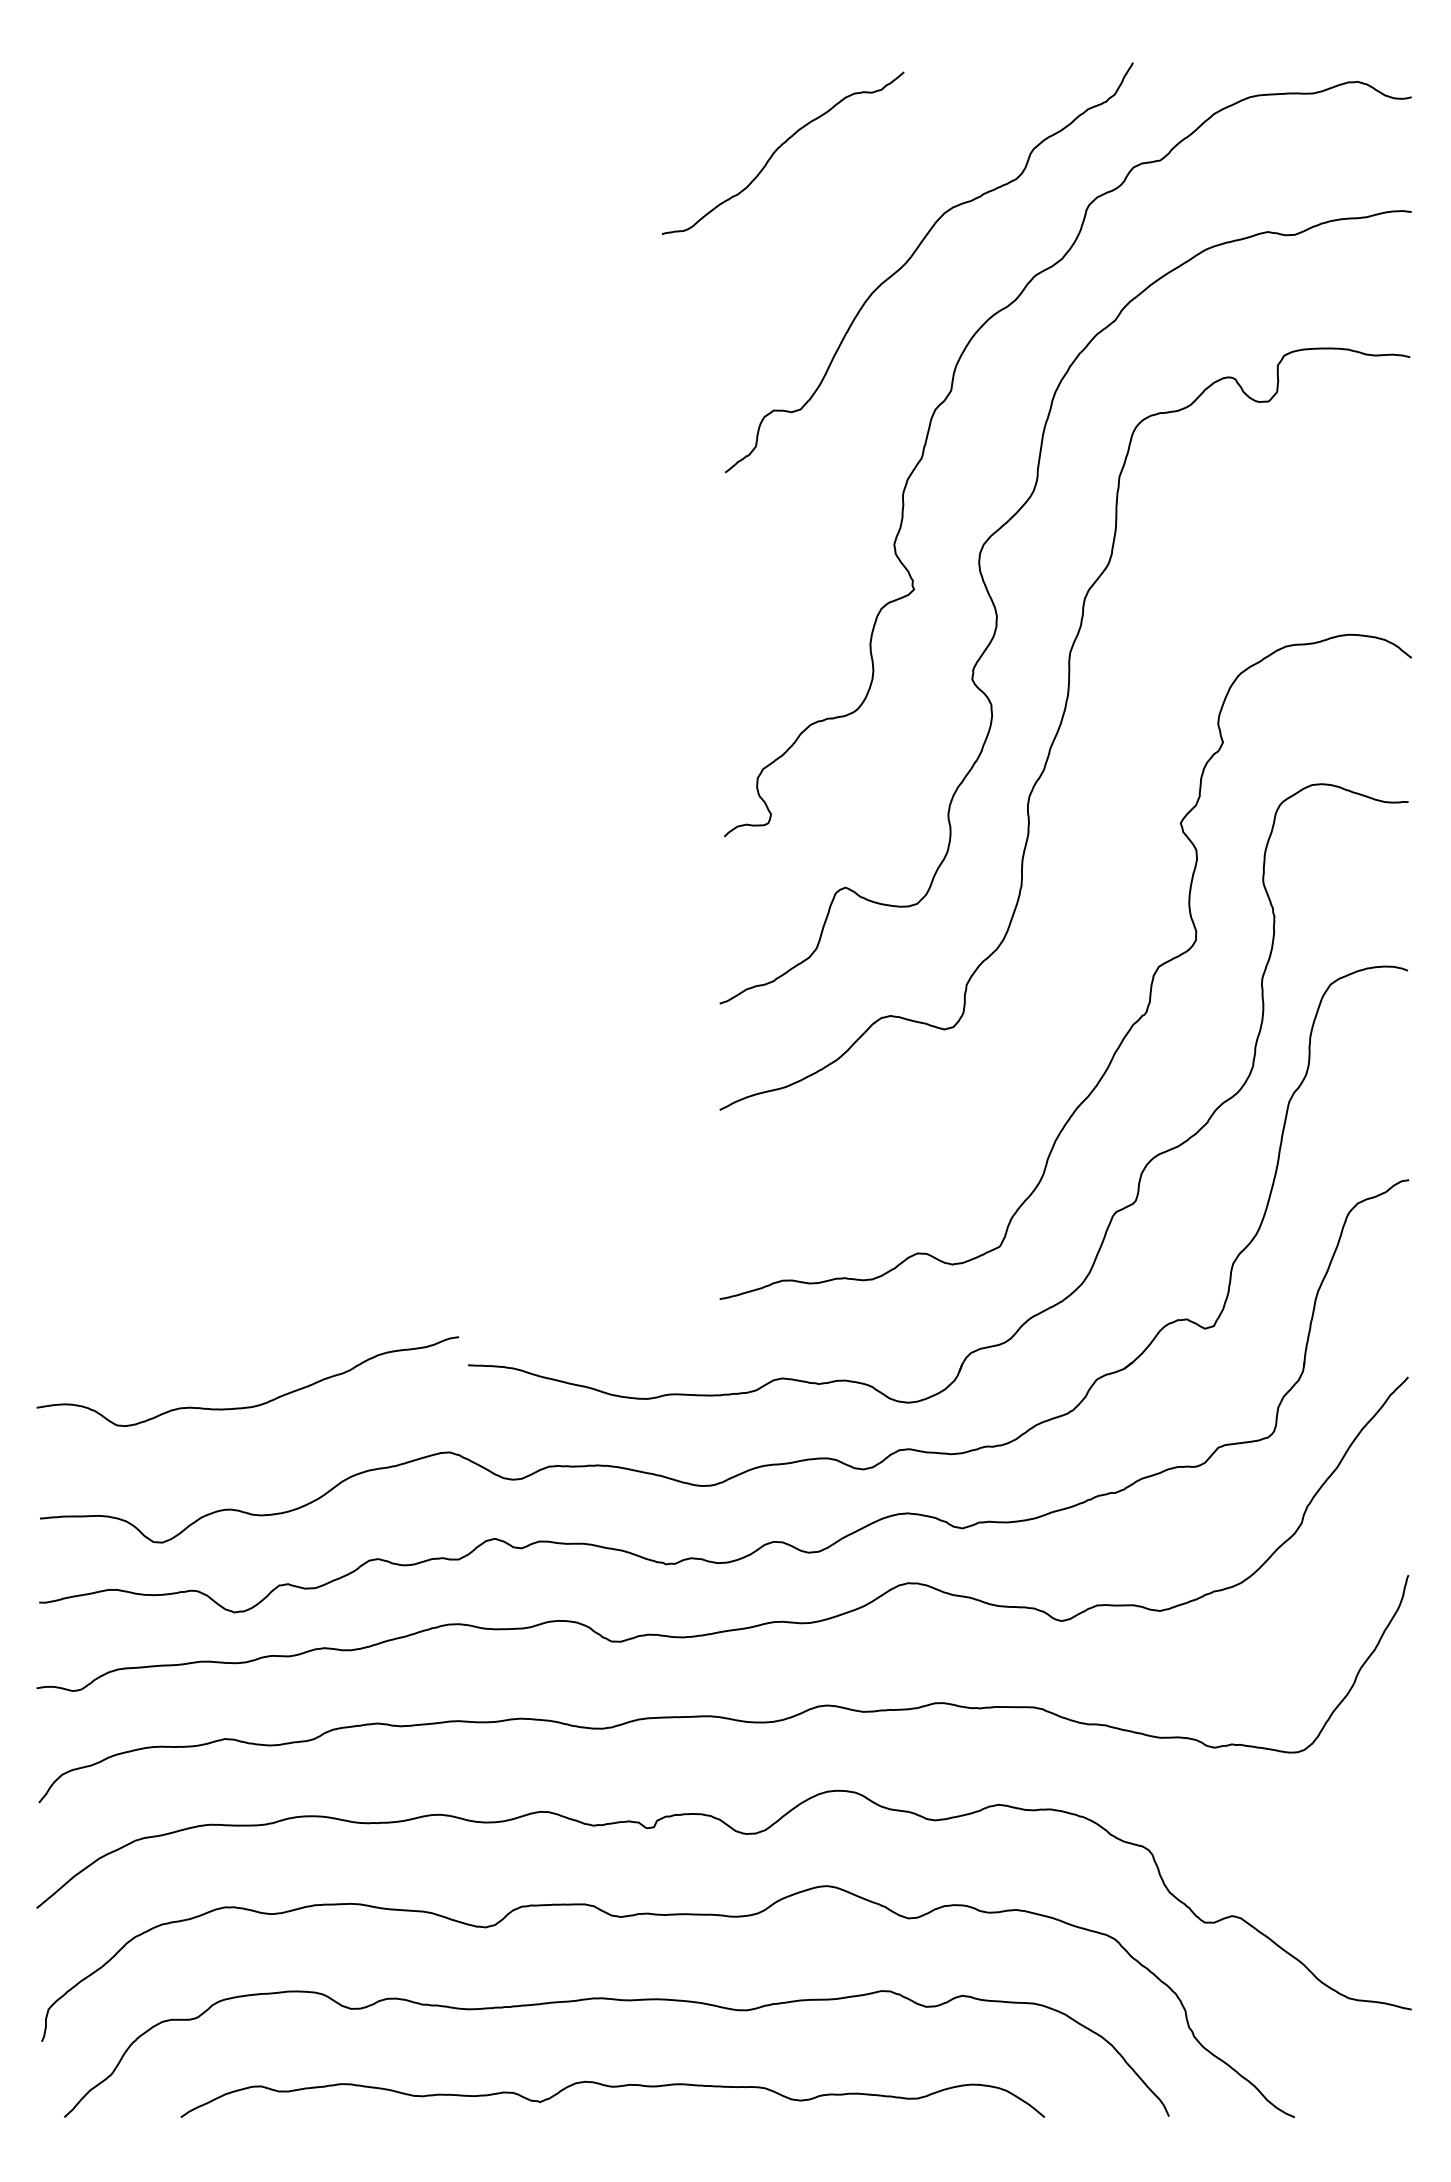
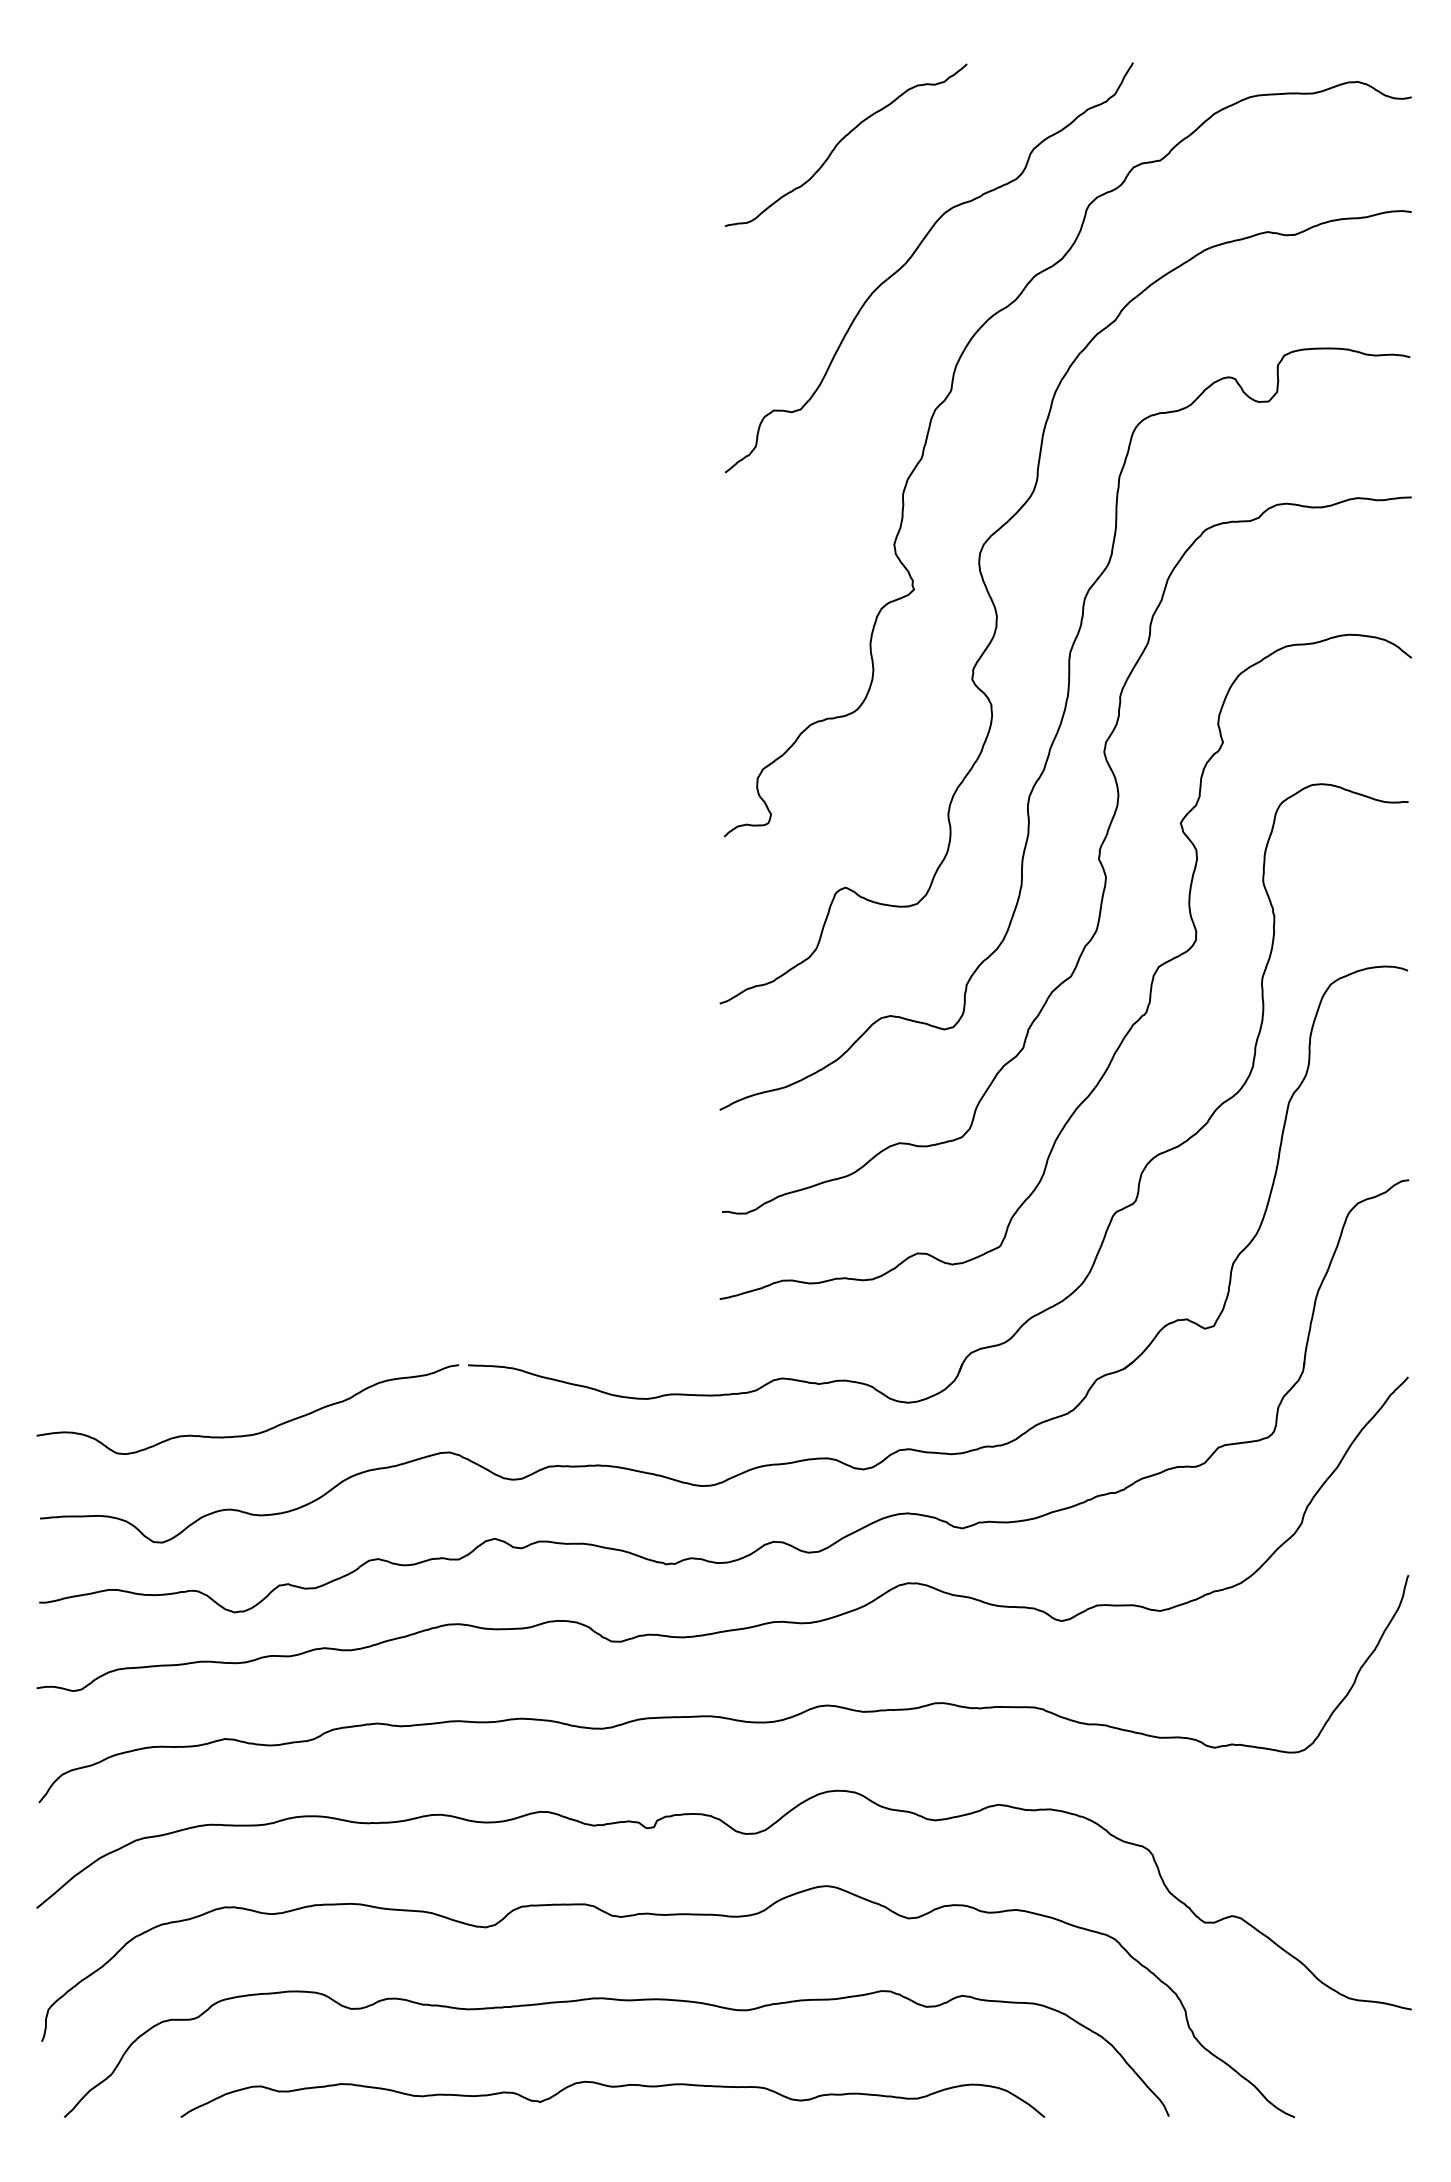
curve at (779, 148) position: (779, 148) -> (842, 140)
curve at (1098, 855): none -> present
curve at (253, 1405) position: (253, 1405) -> (253, 1433)
